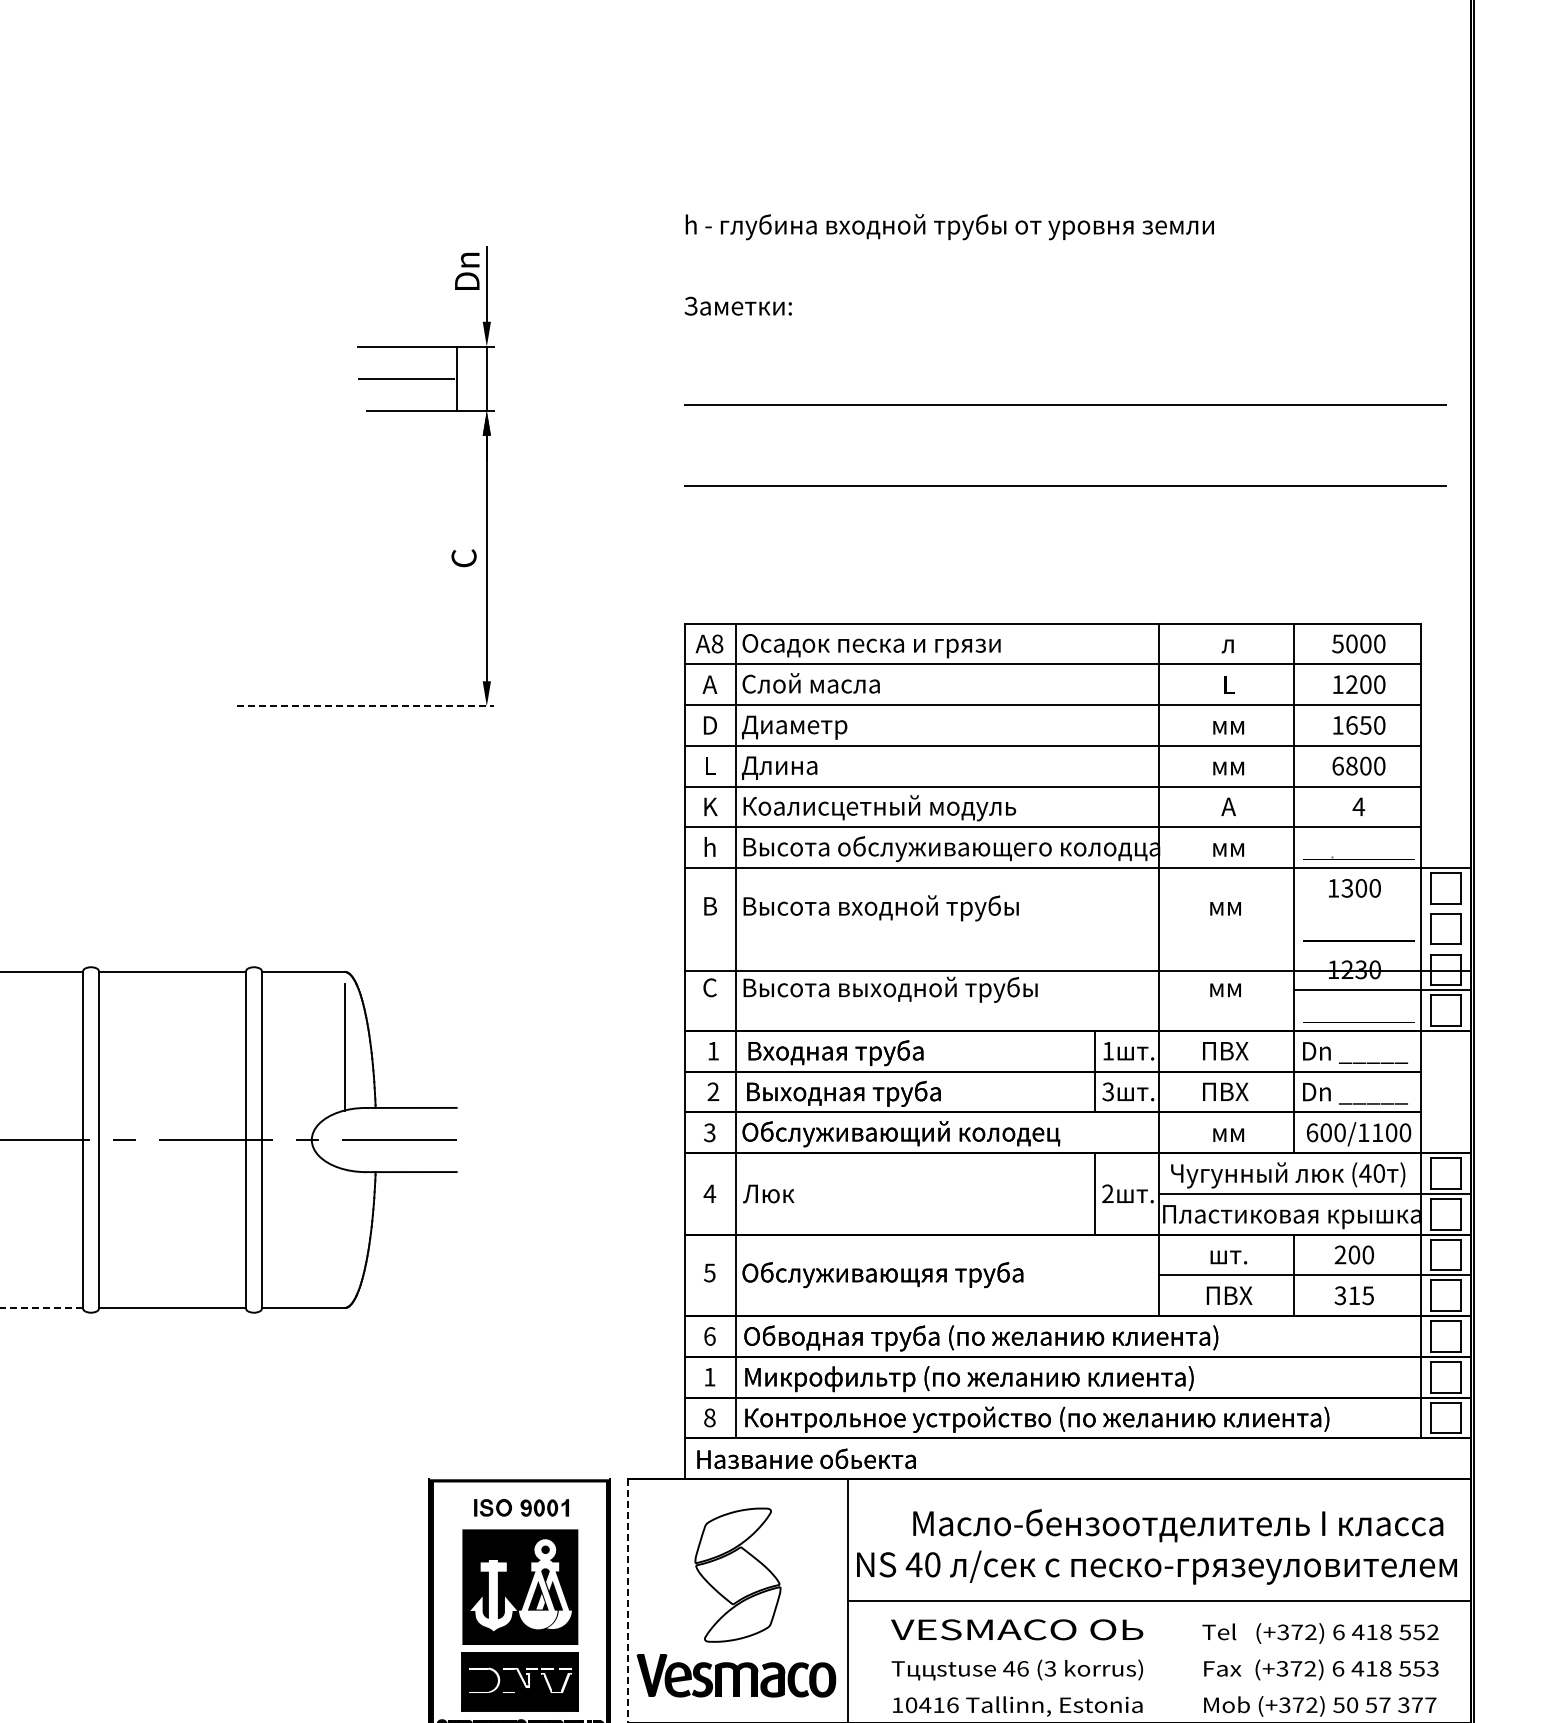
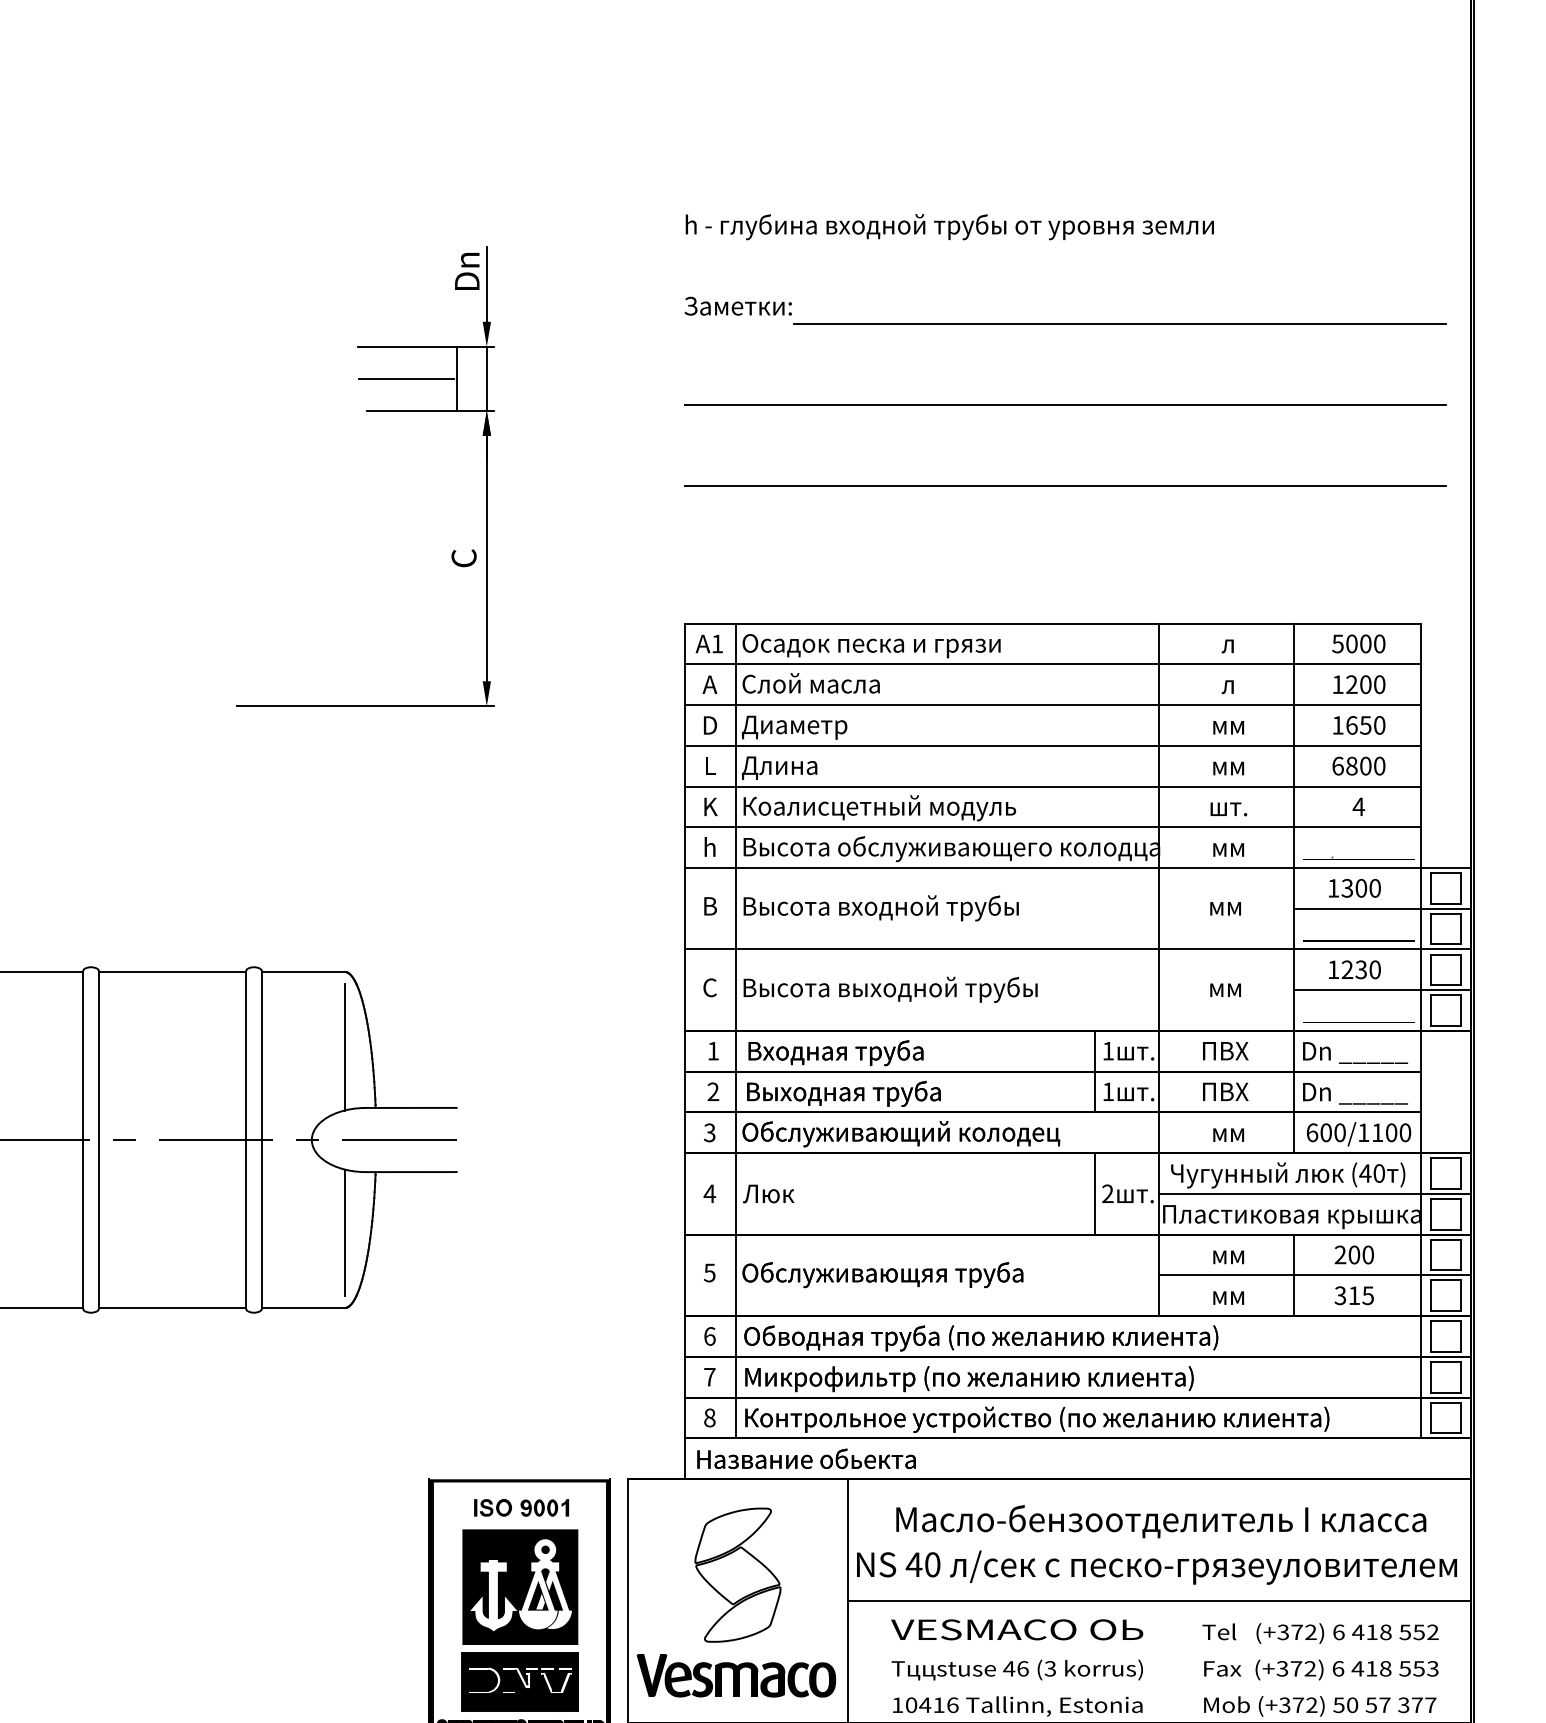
line at (1119, 323): none -> present
text at (717, 643): A8 -> A1
text at (1227, 685): L -> л
line at (365, 706): dashed -> solid
text at (1228, 806): A -> шт.
line at (1382, 908): none -> present
line at (1077, 971) position: (1077, 971) -> (1077, 949)
text at (1107, 1091): 3 -> 1
line at (344, 1232): none -> present
text at (1228, 1257): шт. -> мм
text at (1229, 1295): ПВХ -> мм
line at (41, 1308): dashed -> solid
text at (709, 1377): 1 -> 7
text at (1178, 1525) position: (1178, 1525) -> (1161, 1521)
line at (628, 1600): dashed -> solid
